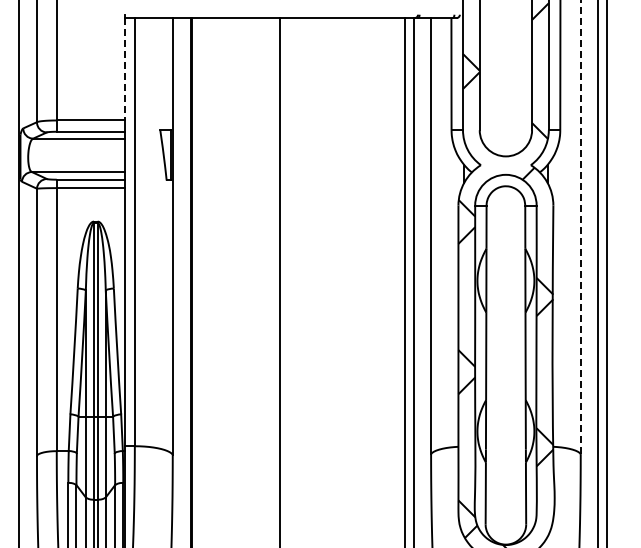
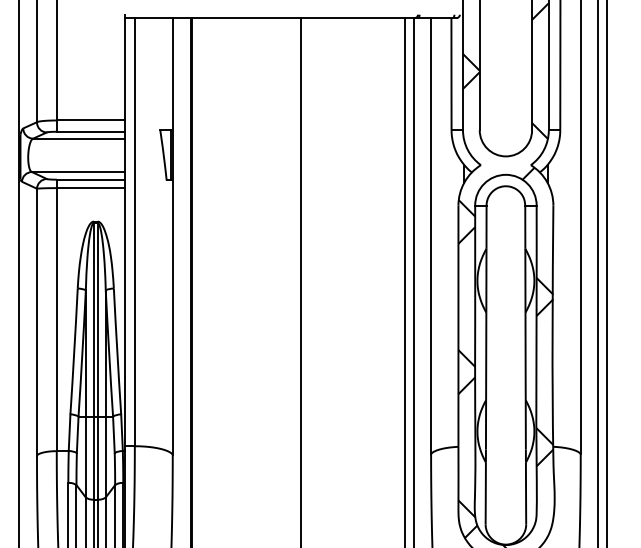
line at (124, 69): dashed -> solid
line at (580, 227): dashed -> solid
line at (279, 281) position: (279, 281) -> (300, 281)
